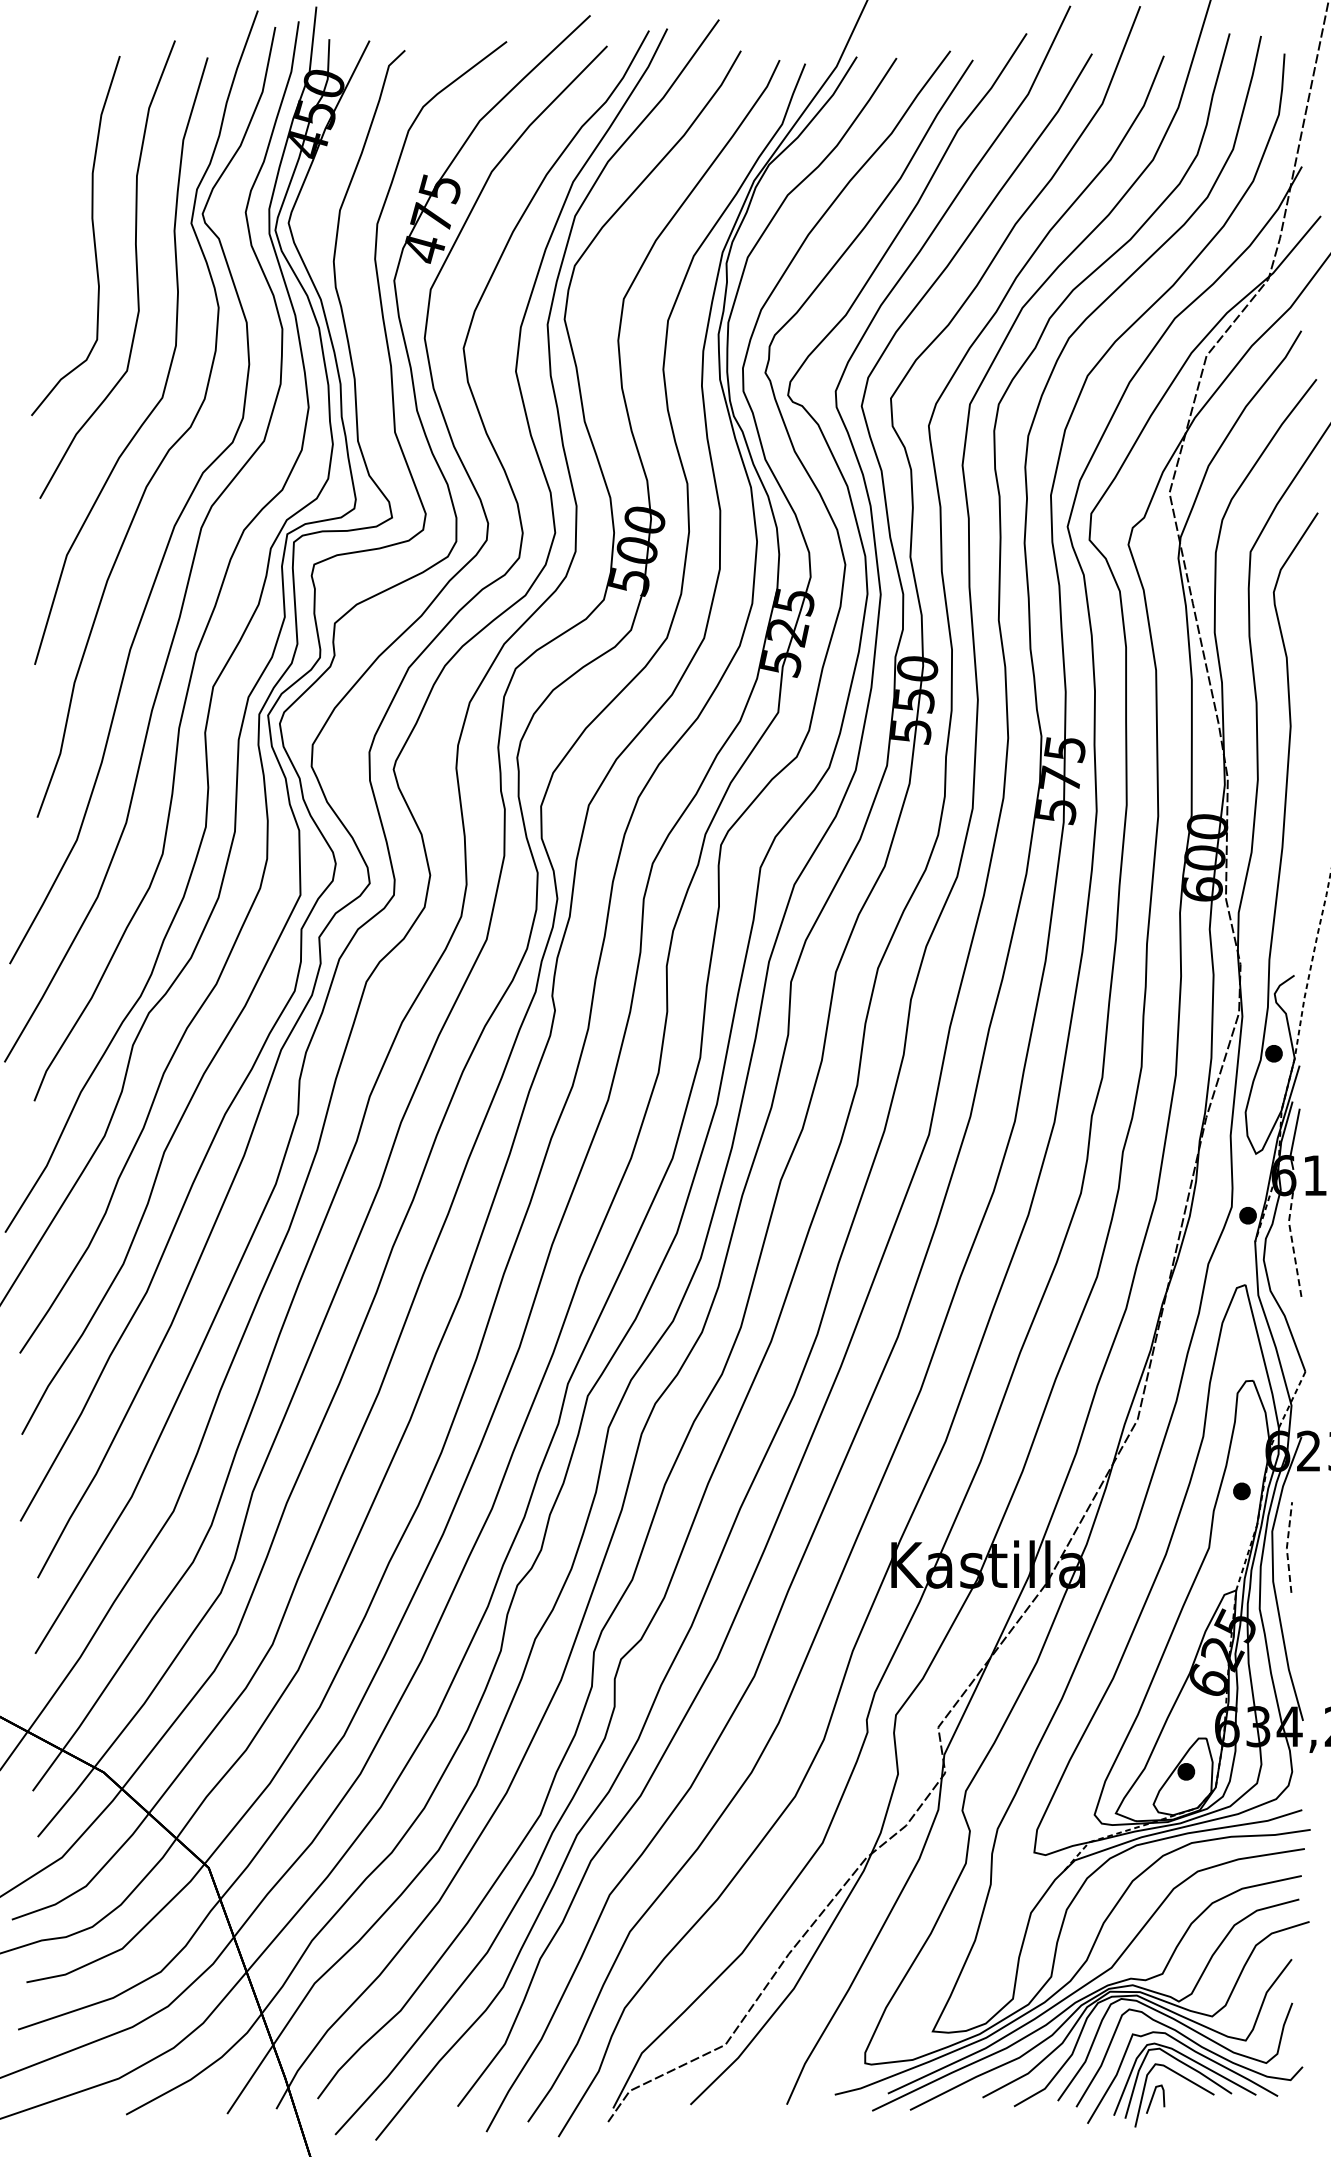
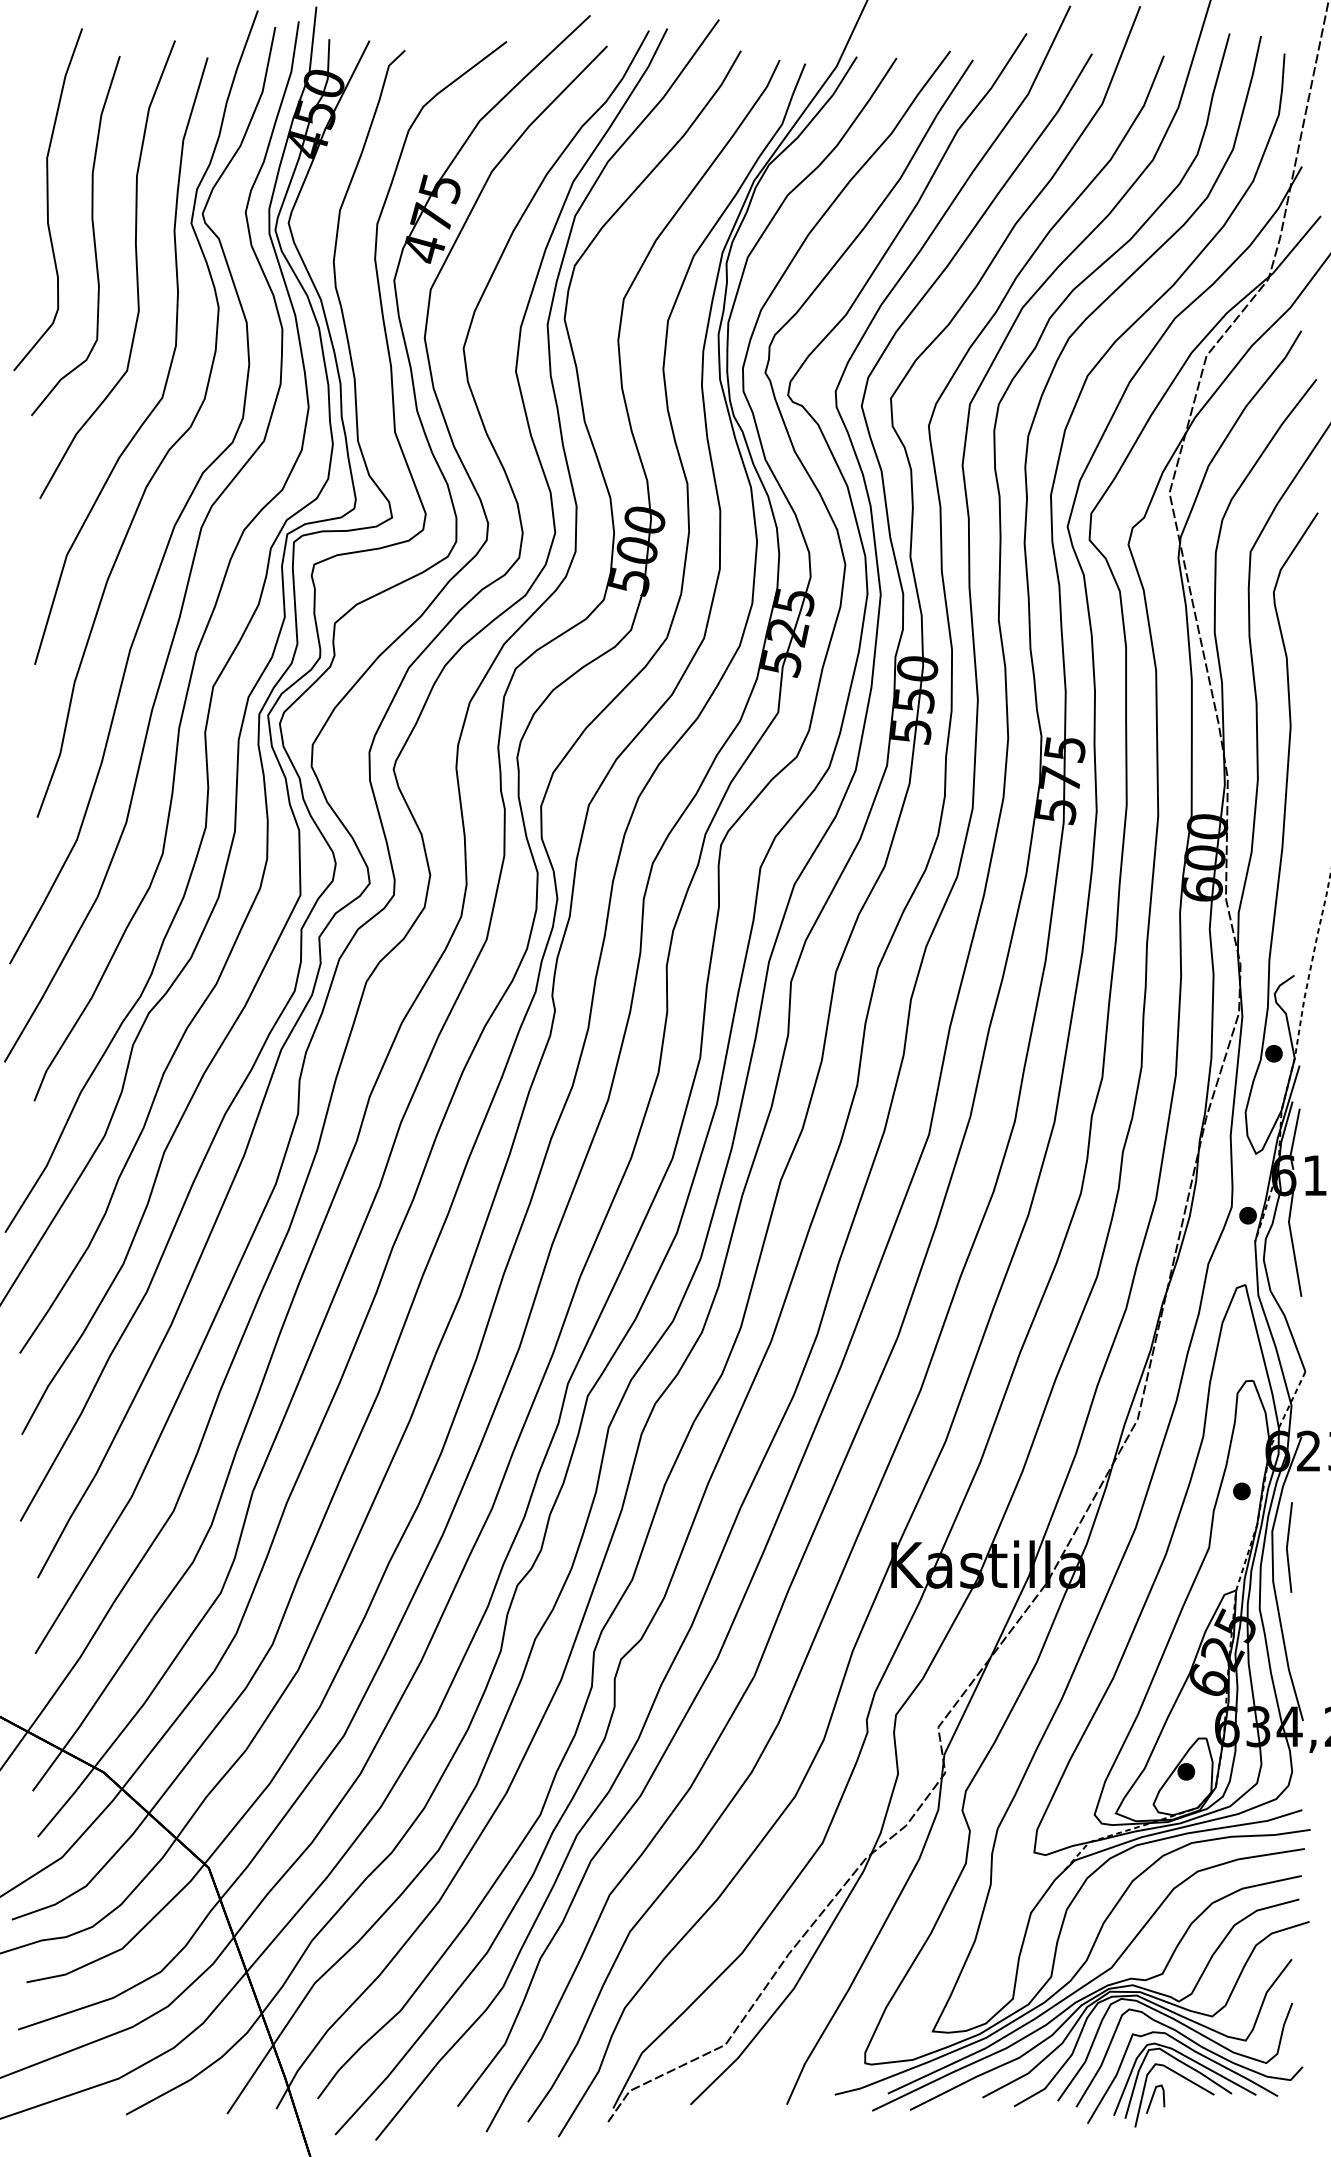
curve at (47, 199): none -> present
line at (1292, 1242): dashed -> solid
line at (1286, 1547): dashed -> solid
